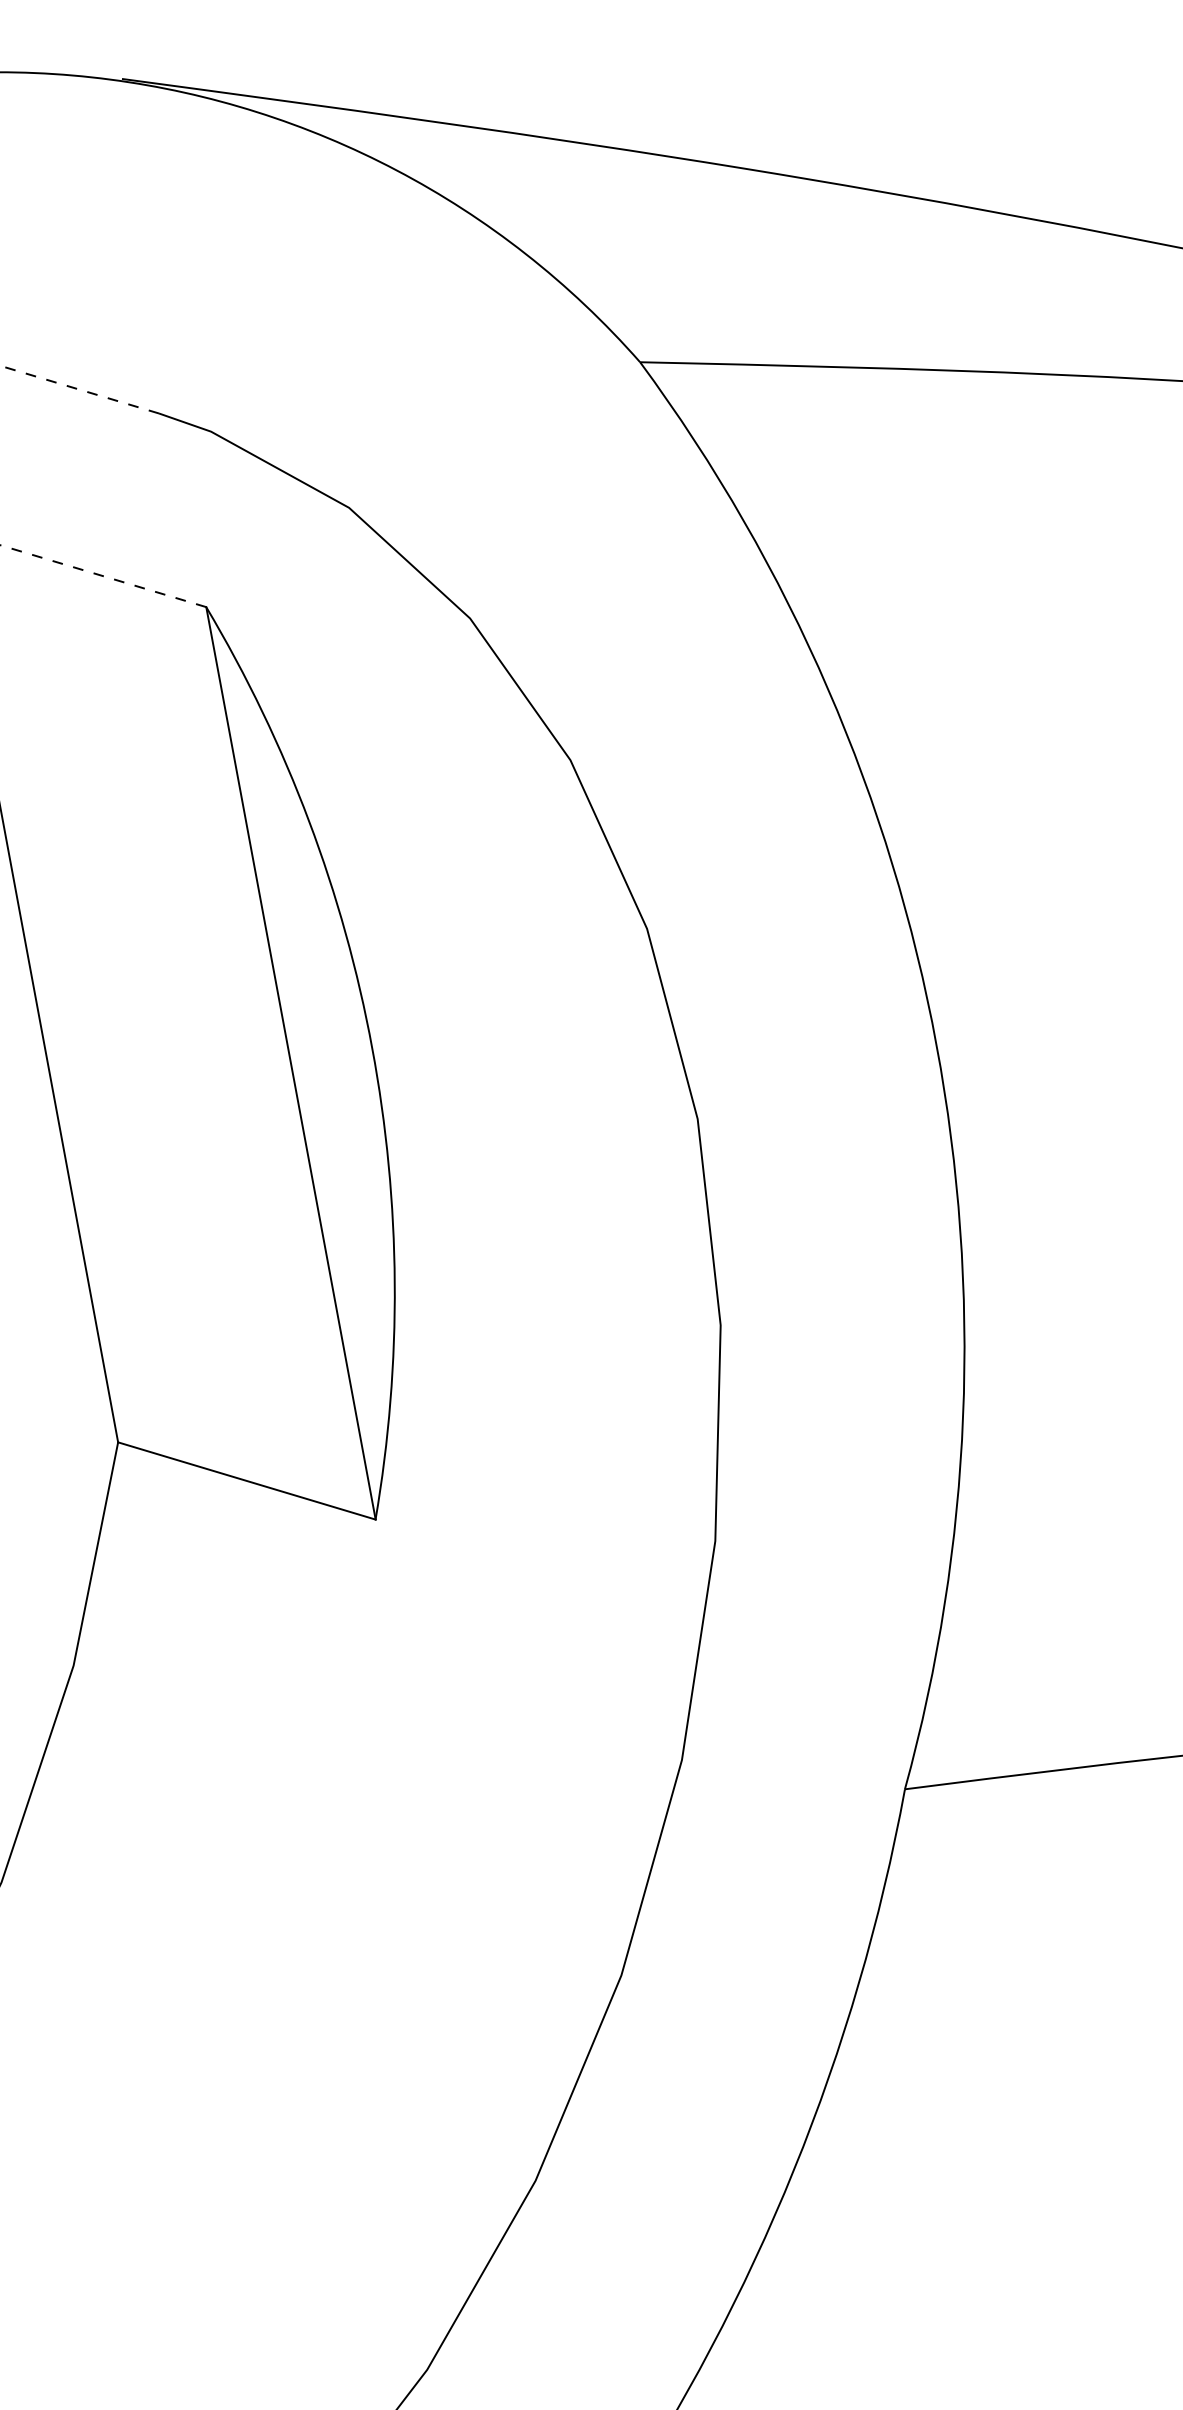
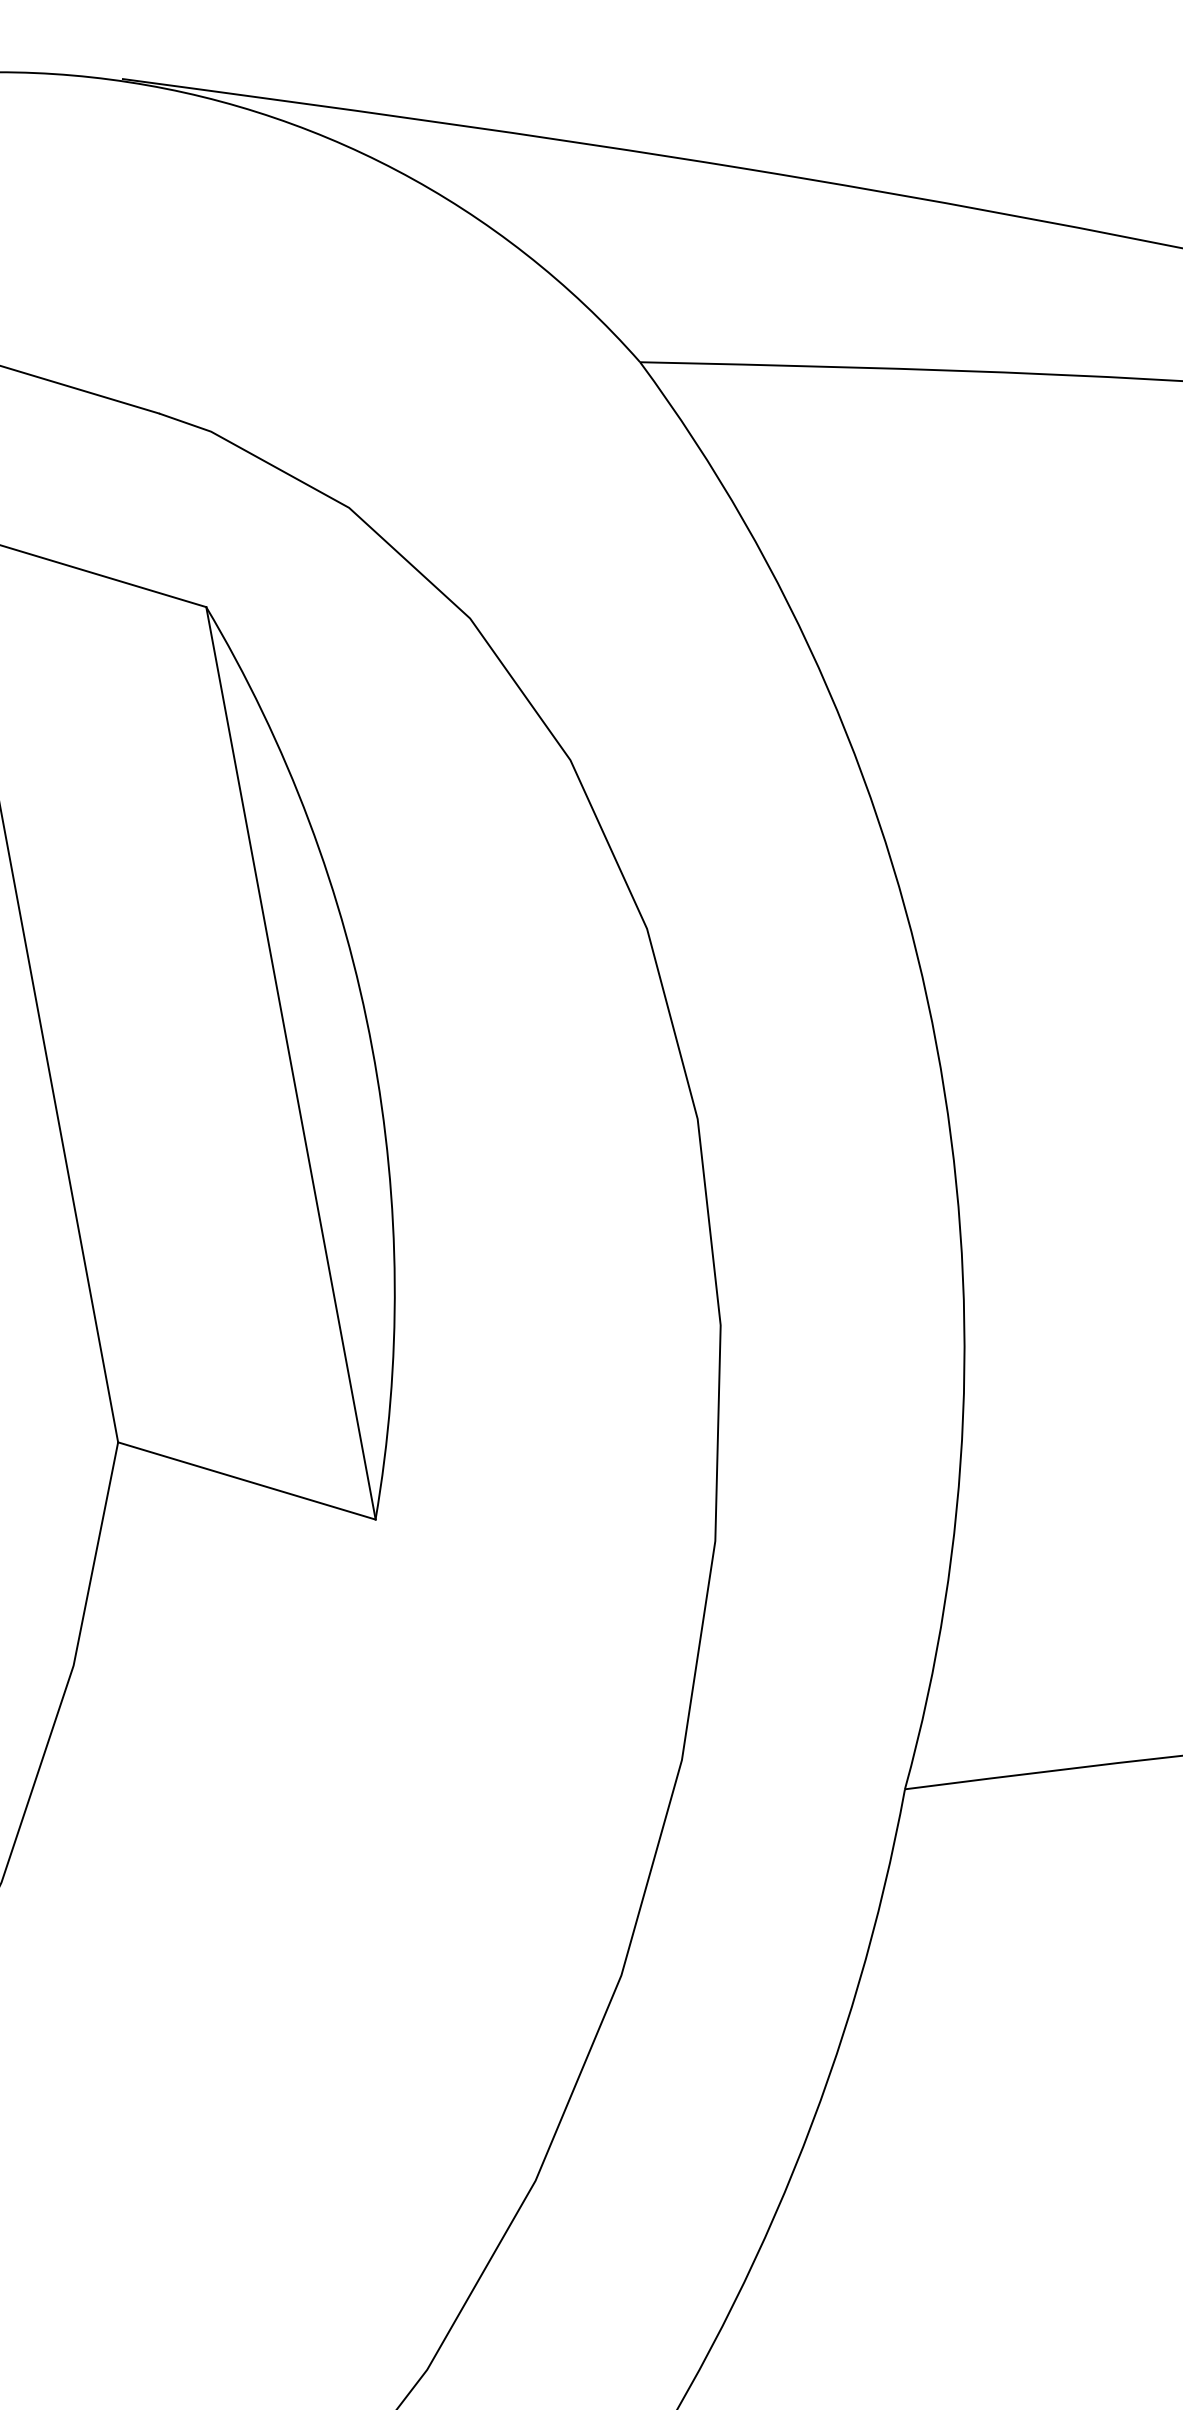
line at (79, 389): dashed -> solid
line at (102, 576): dashed -> solid
